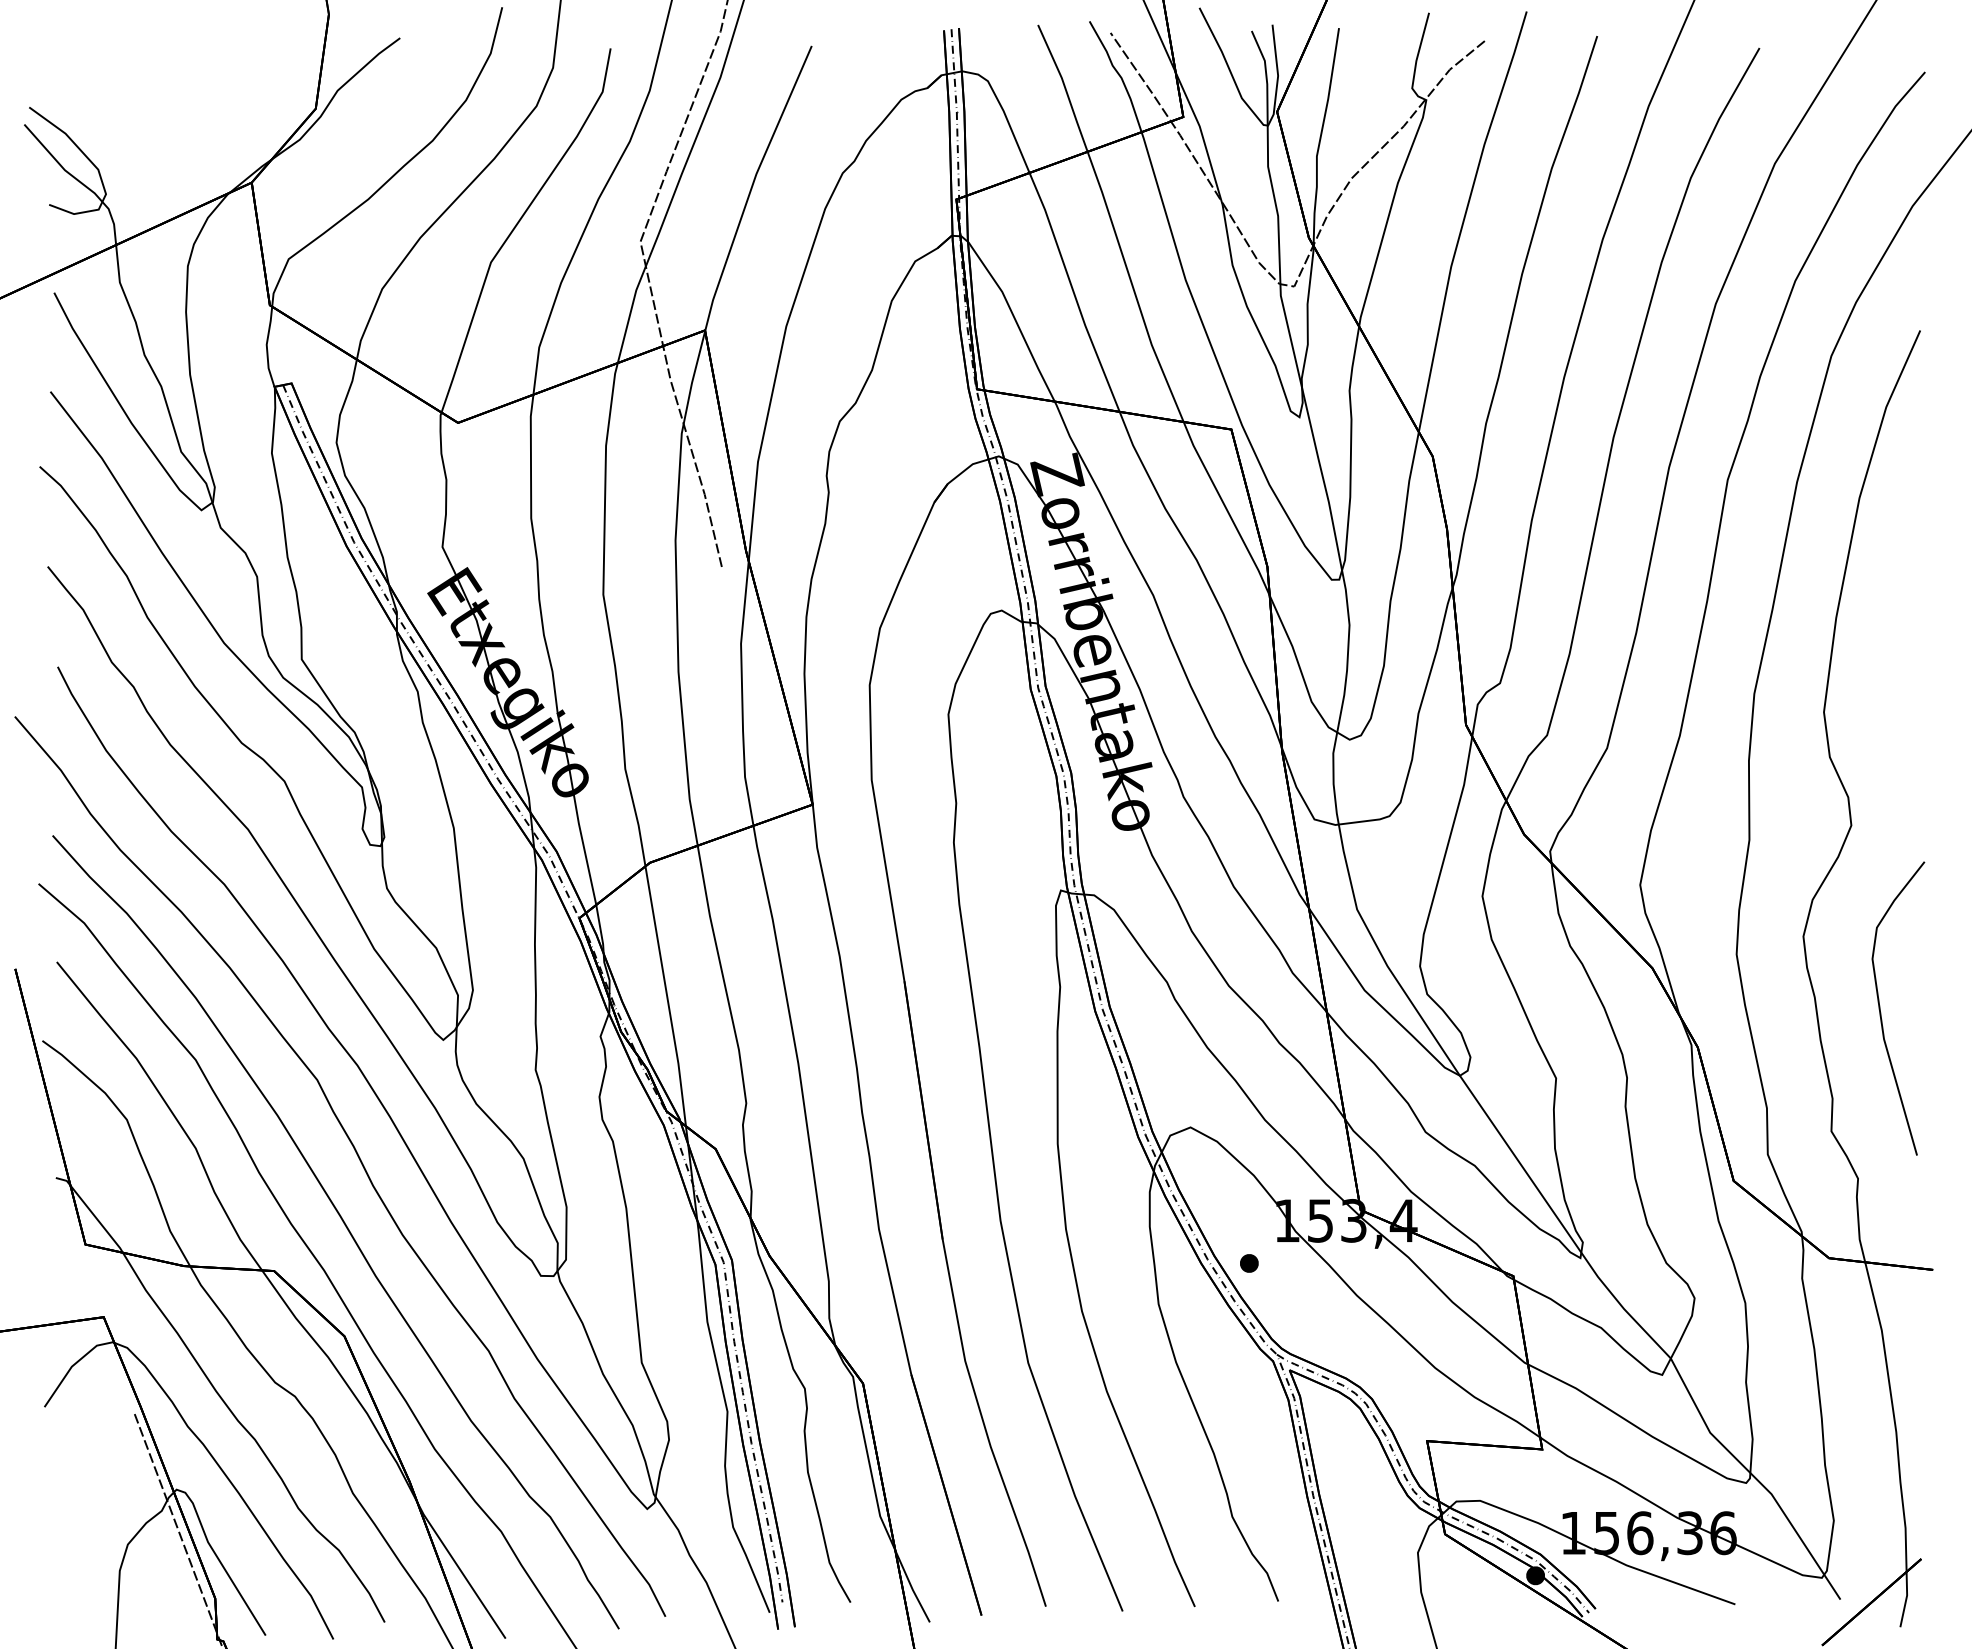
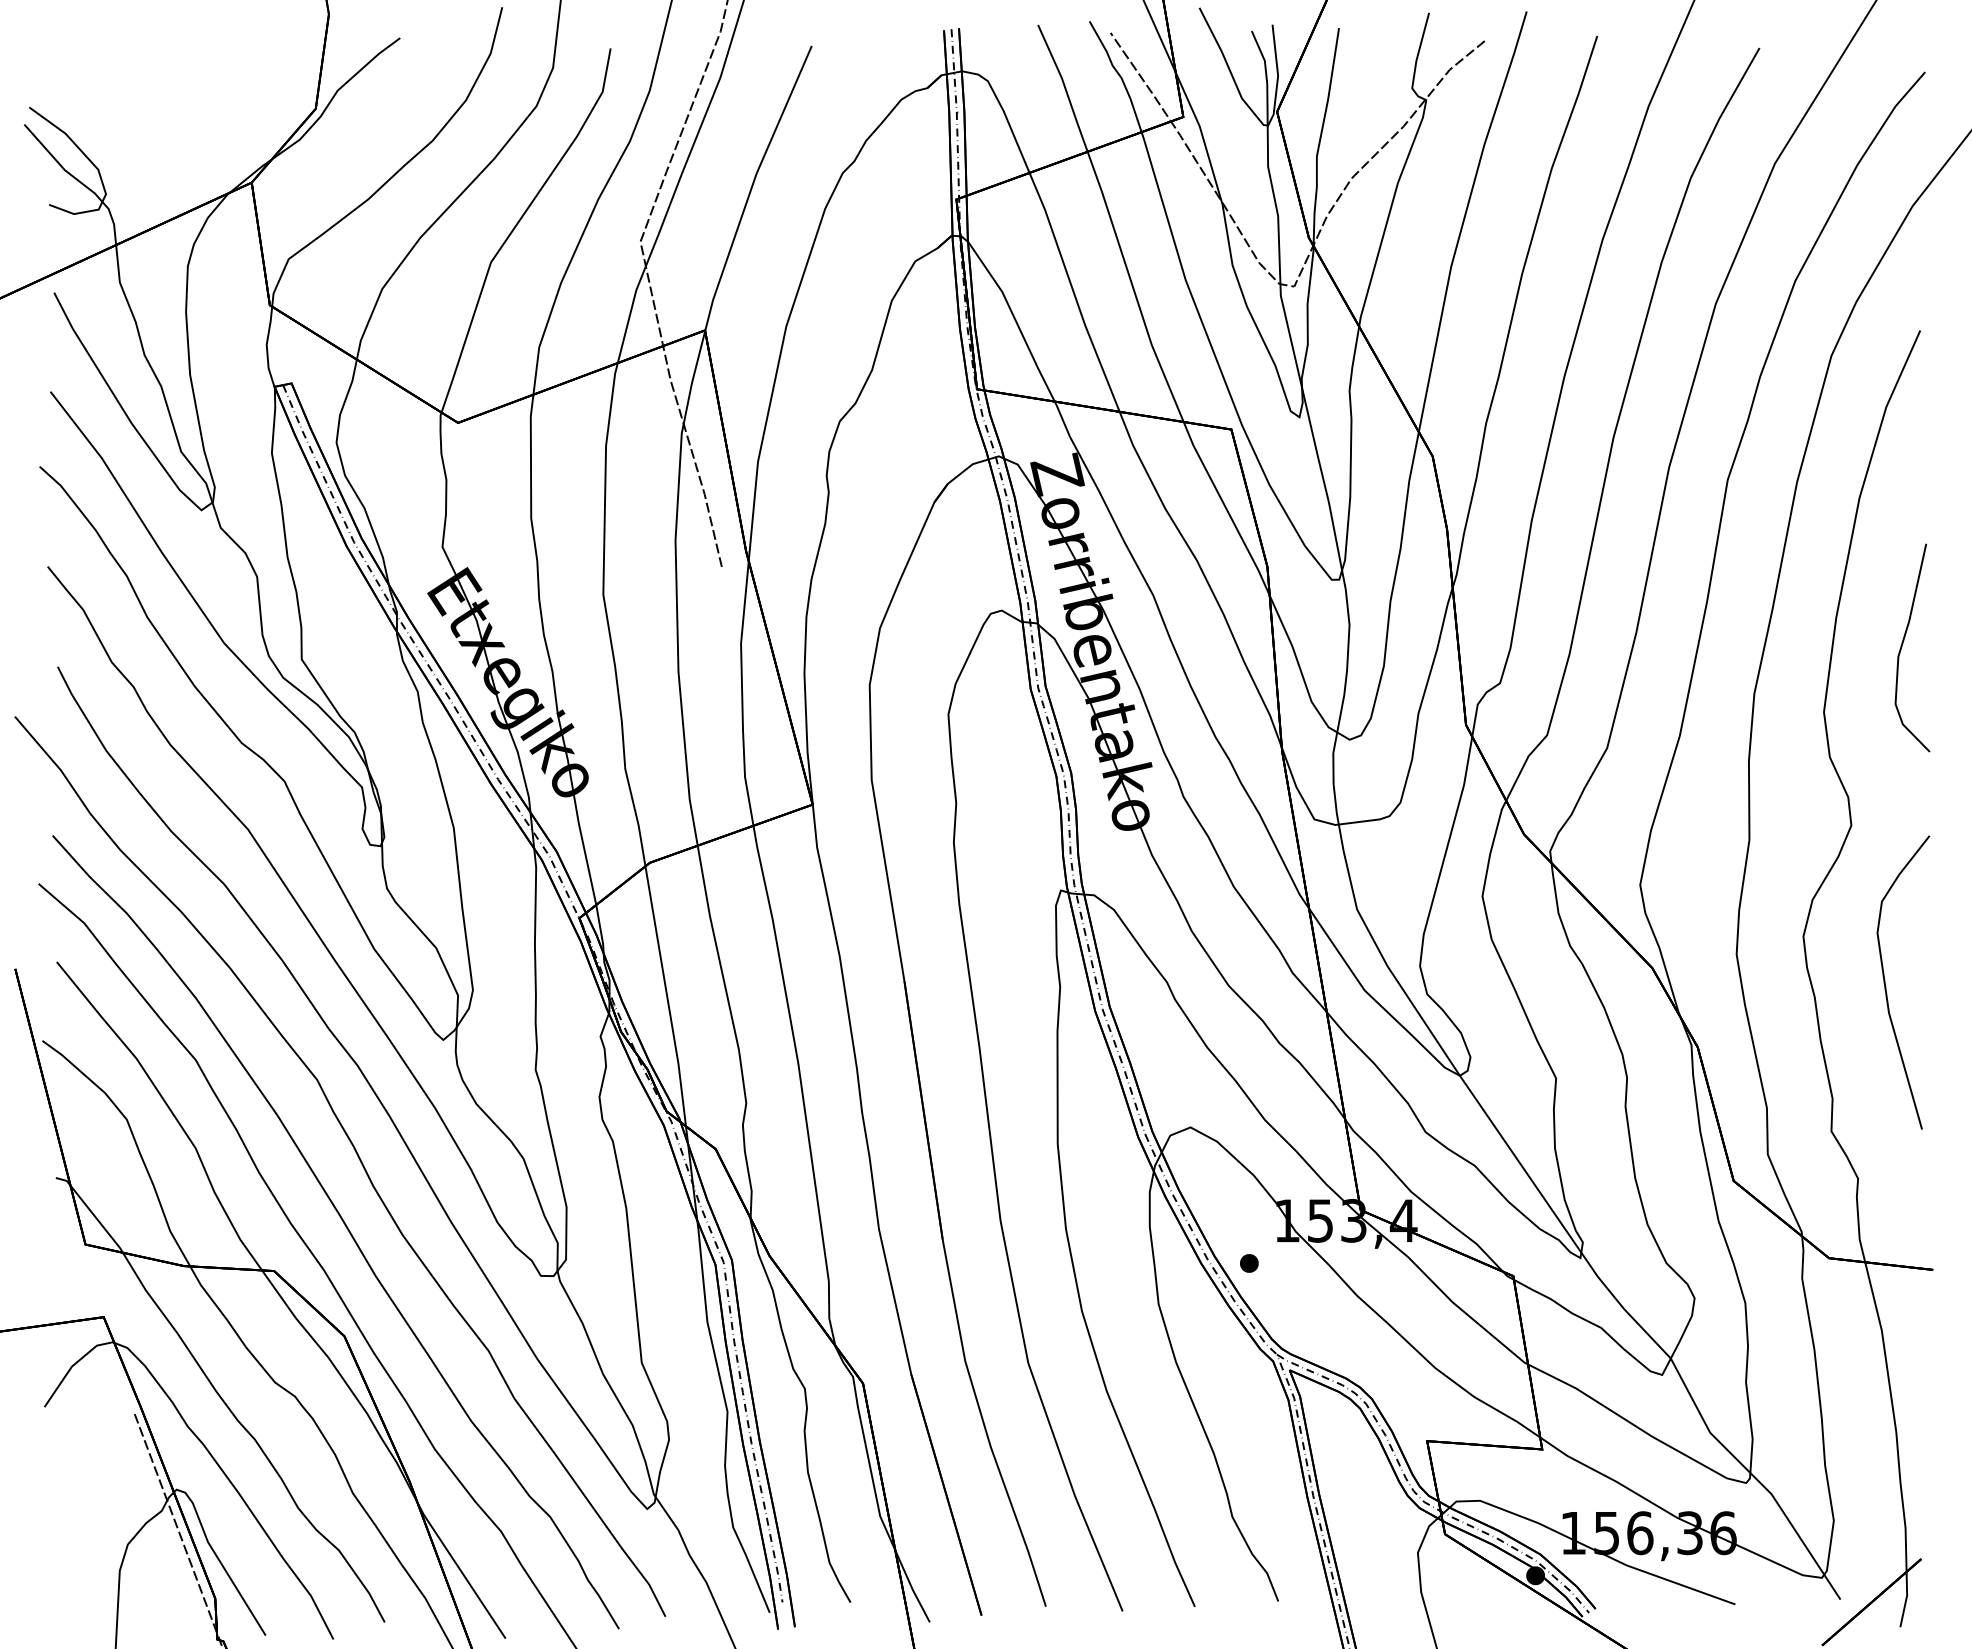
curve at (1903, 643): none -> present
curve at (1881, 1012) position: (1881, 1012) -> (1886, 986)
